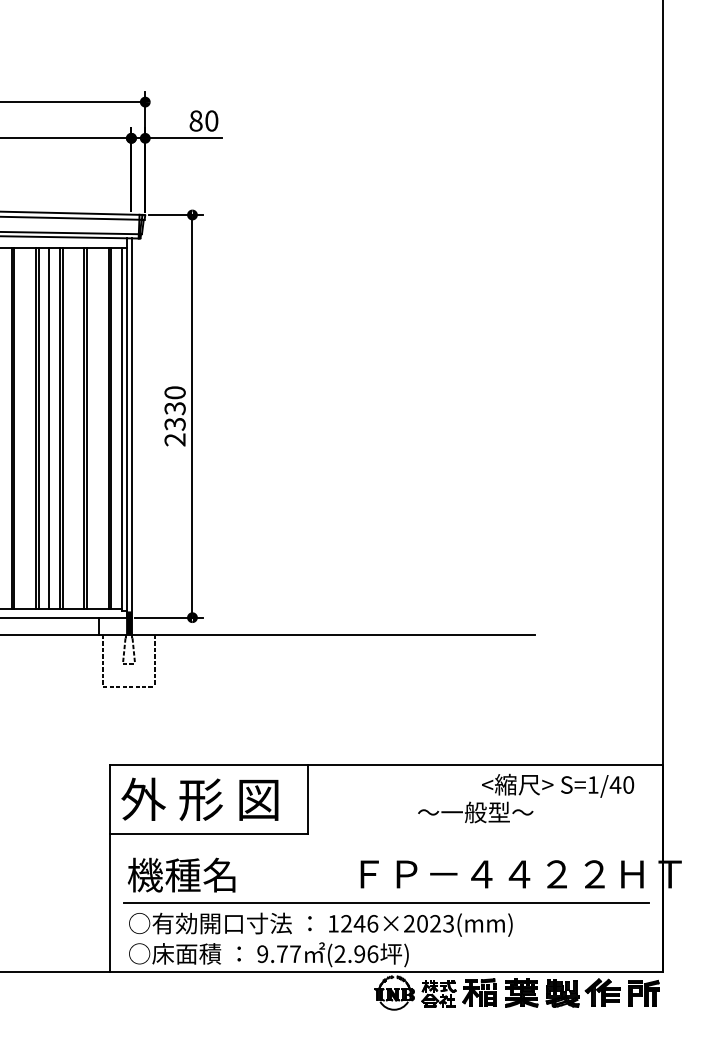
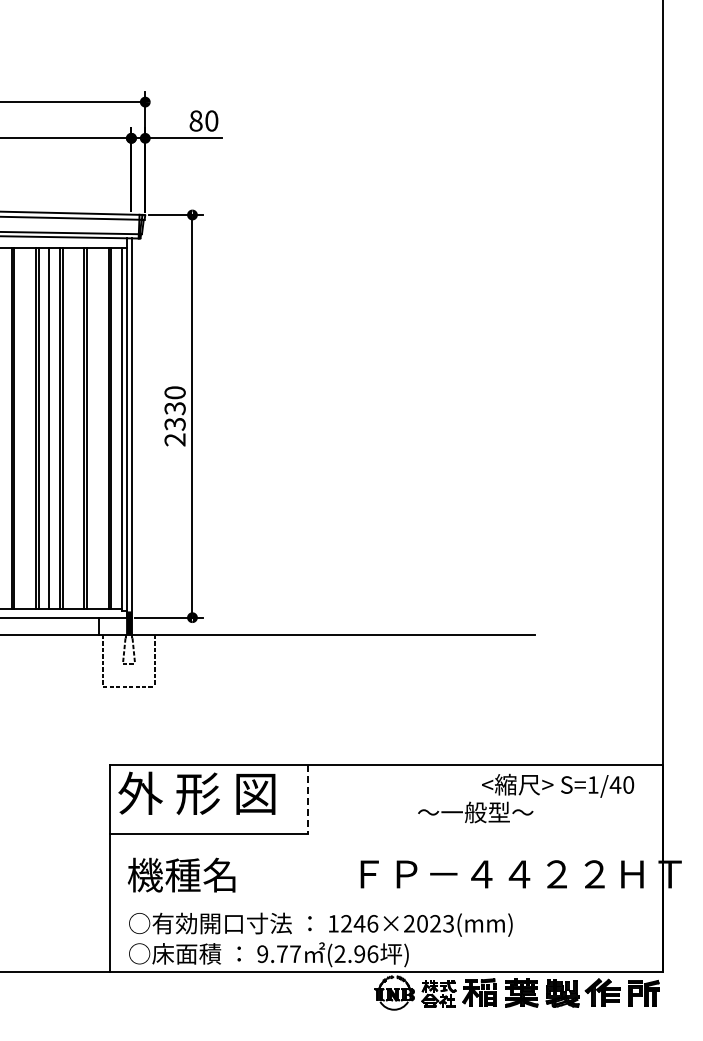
text at (199, 798) position: (199, 798) -> (196, 792)
line at (307, 799): solid -> dashed
line at (386, 902): present -> none
